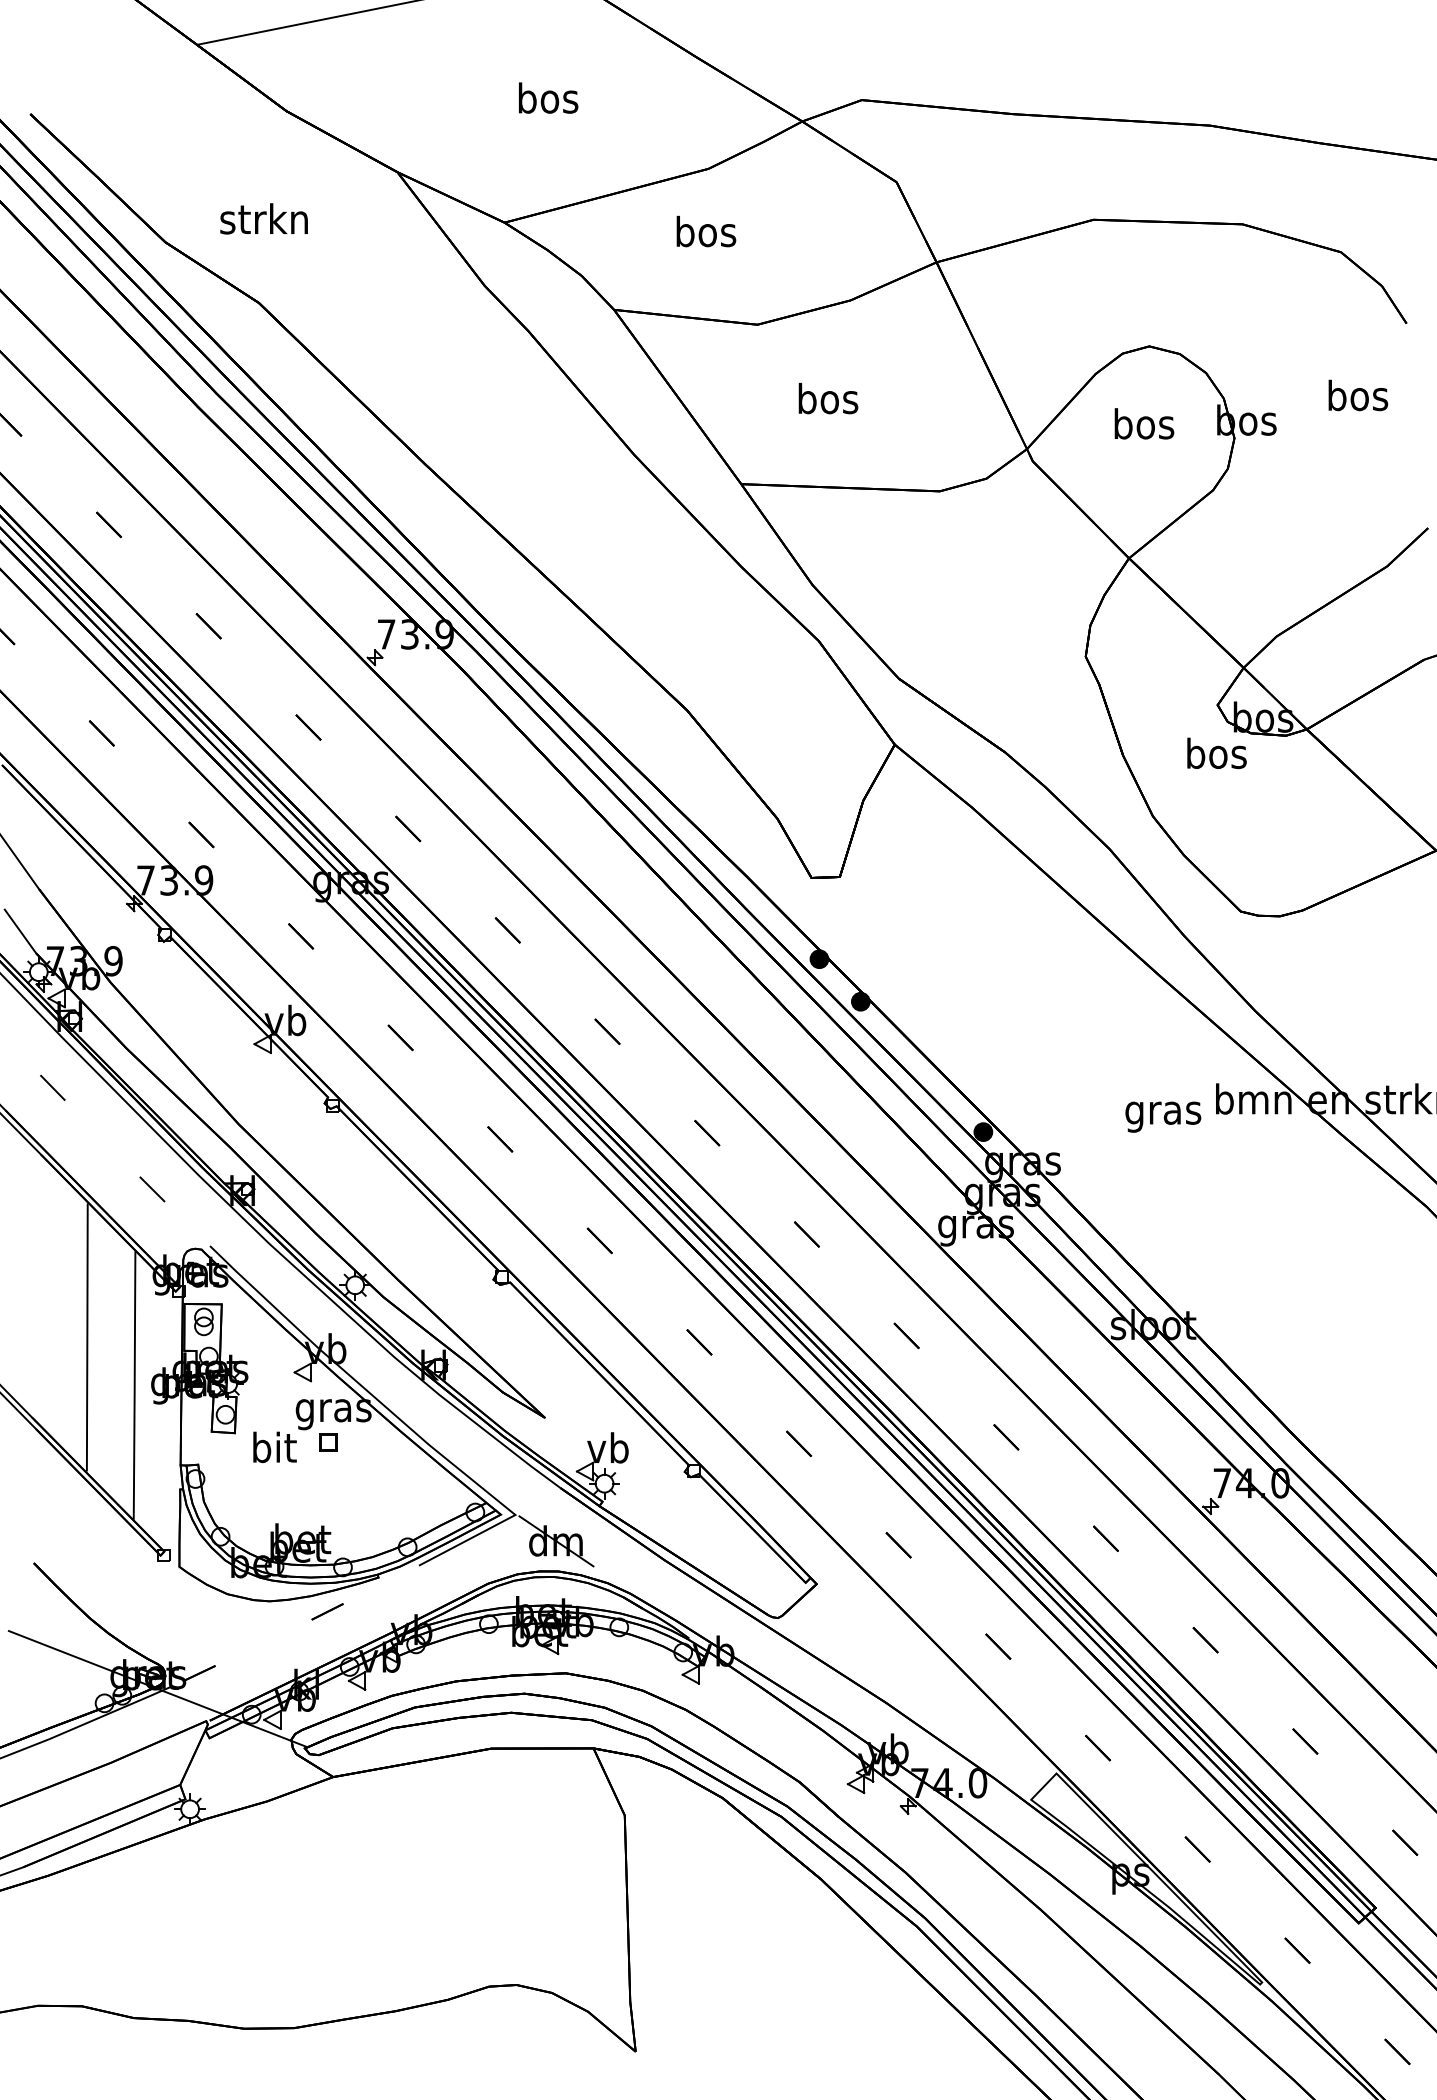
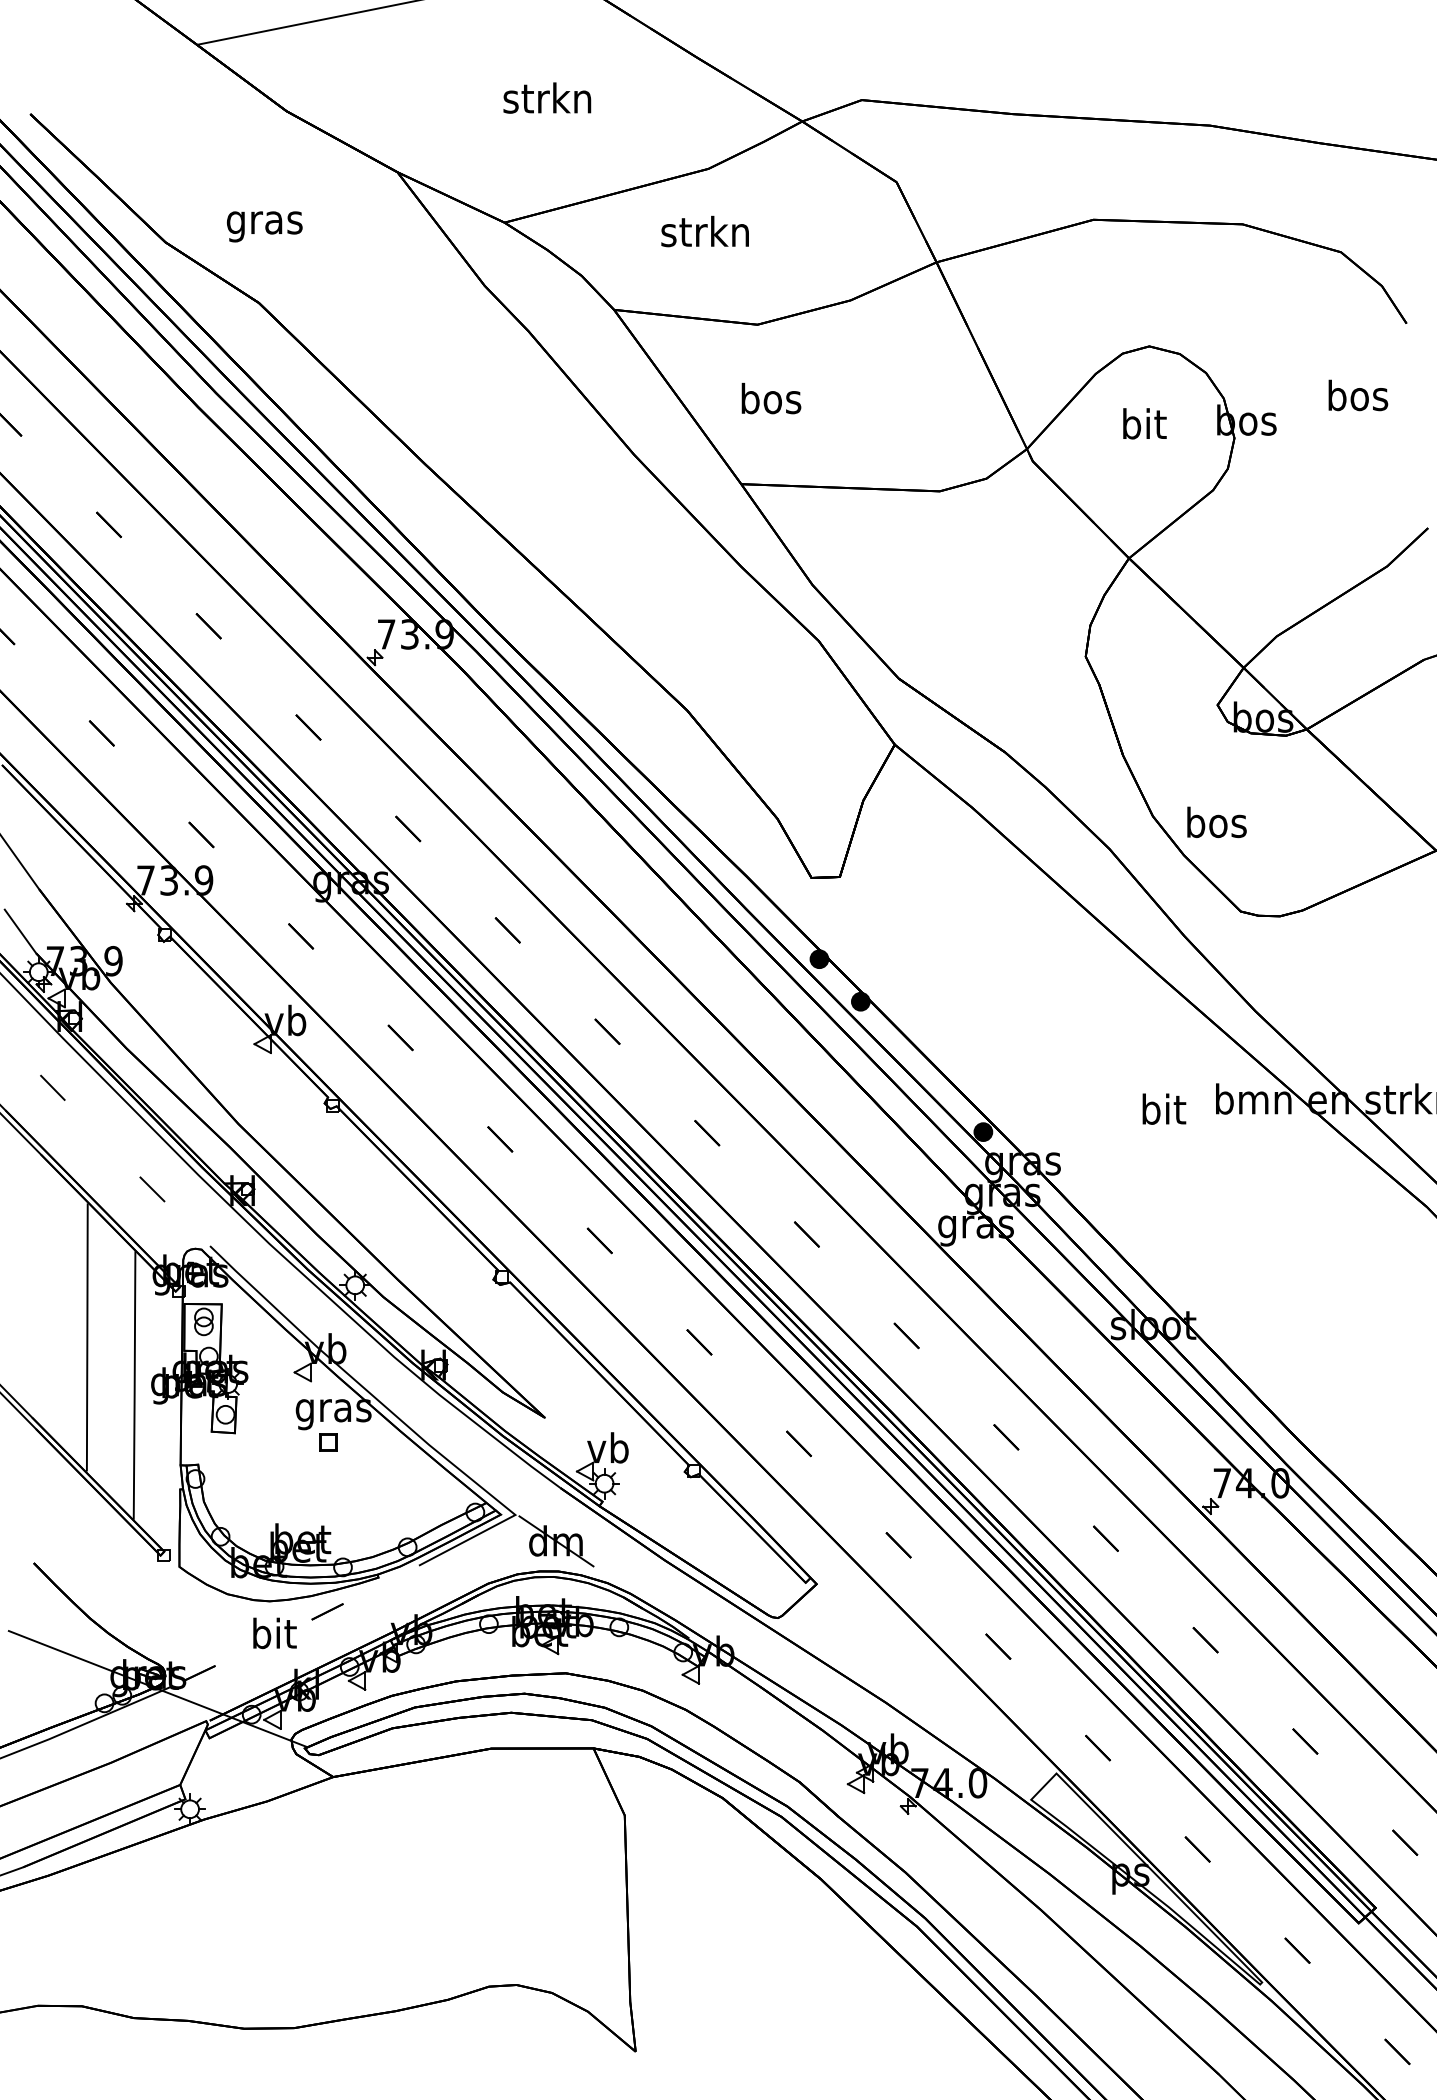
text at (547, 97): bos -> strkn
text at (263, 222): strkn -> gras
text at (704, 231): bos -> strkn
text at (828, 398) position: (828, 398) -> (771, 398)
text at (1144, 423): bos -> bit
text at (1216, 753) position: (1216, 753) -> (1216, 822)
text at (1163, 1112): gras -> bit
text at (274, 1447) position: (274, 1447) -> (274, 1633)
